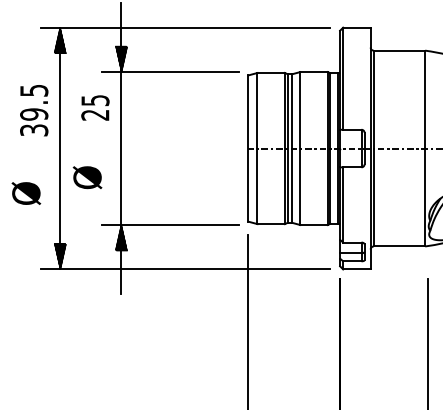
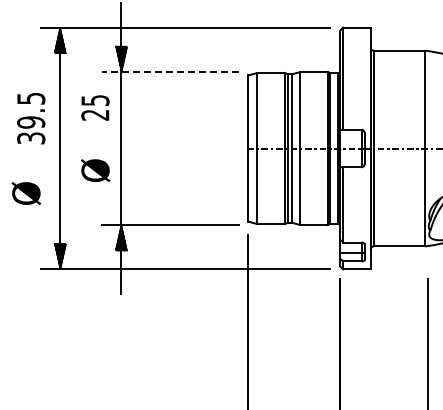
line at (169, 72): solid -> dashed
text at (34, 110) position: (34, 110) -> (31, 118)
text at (87, 177) position: (87, 177) -> (95, 170)
